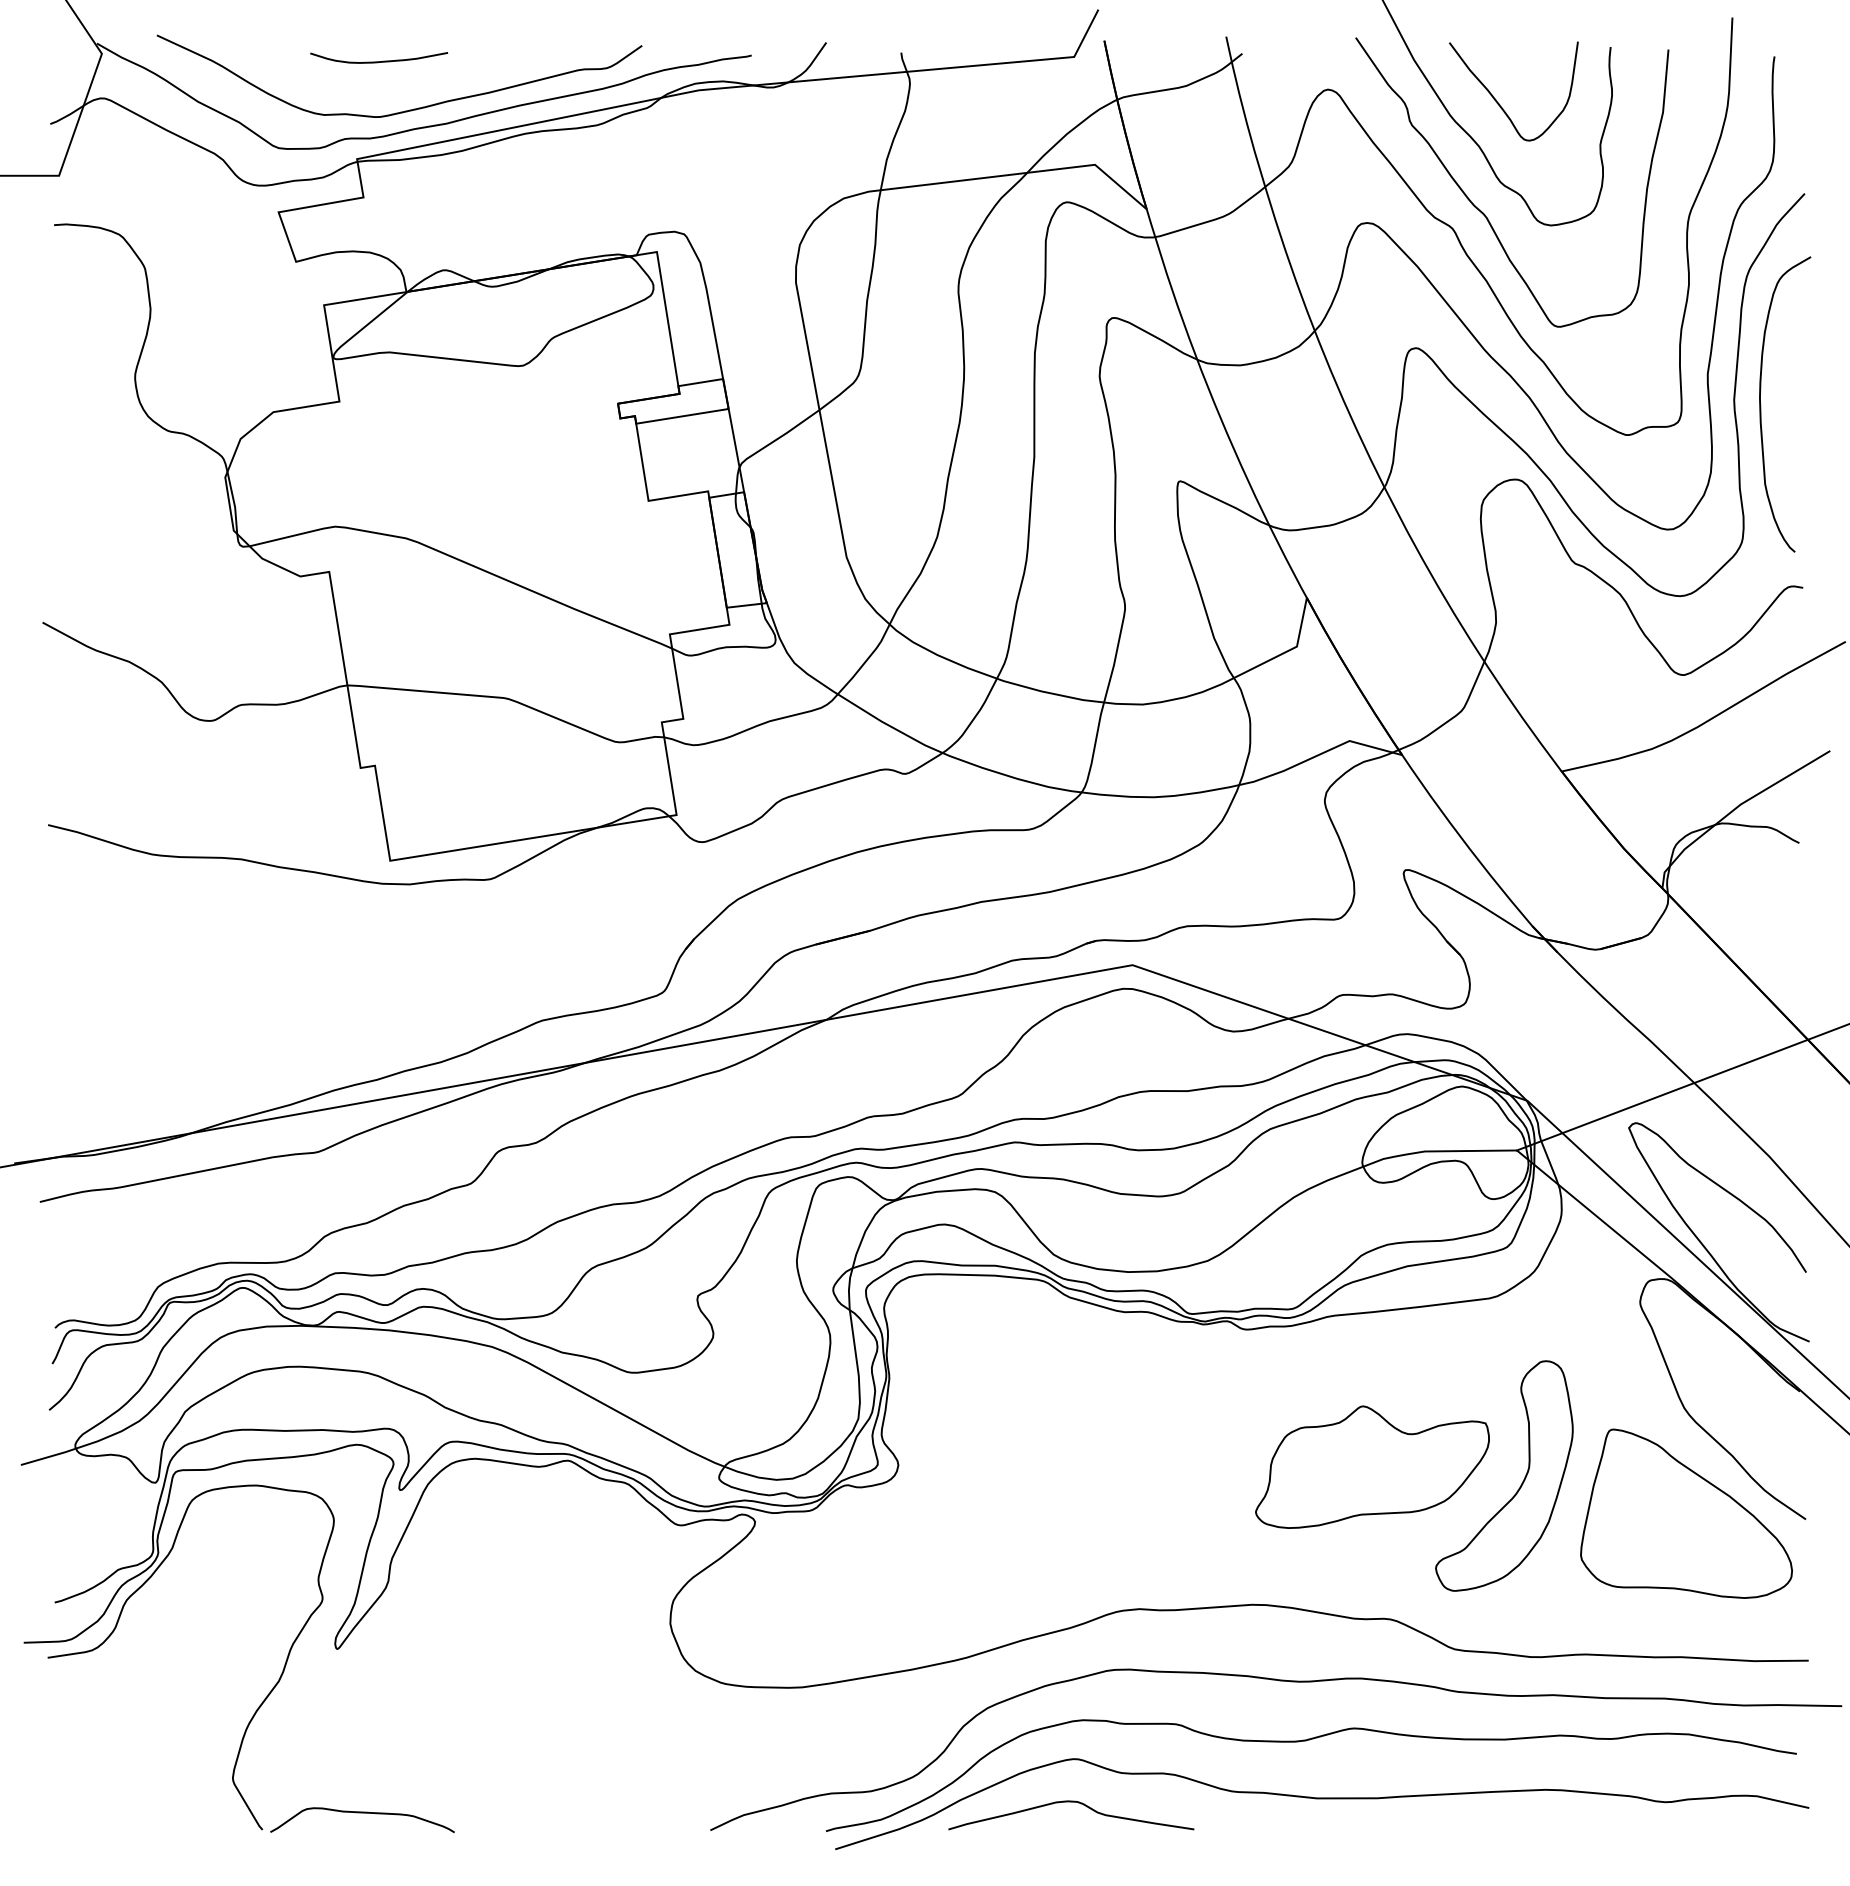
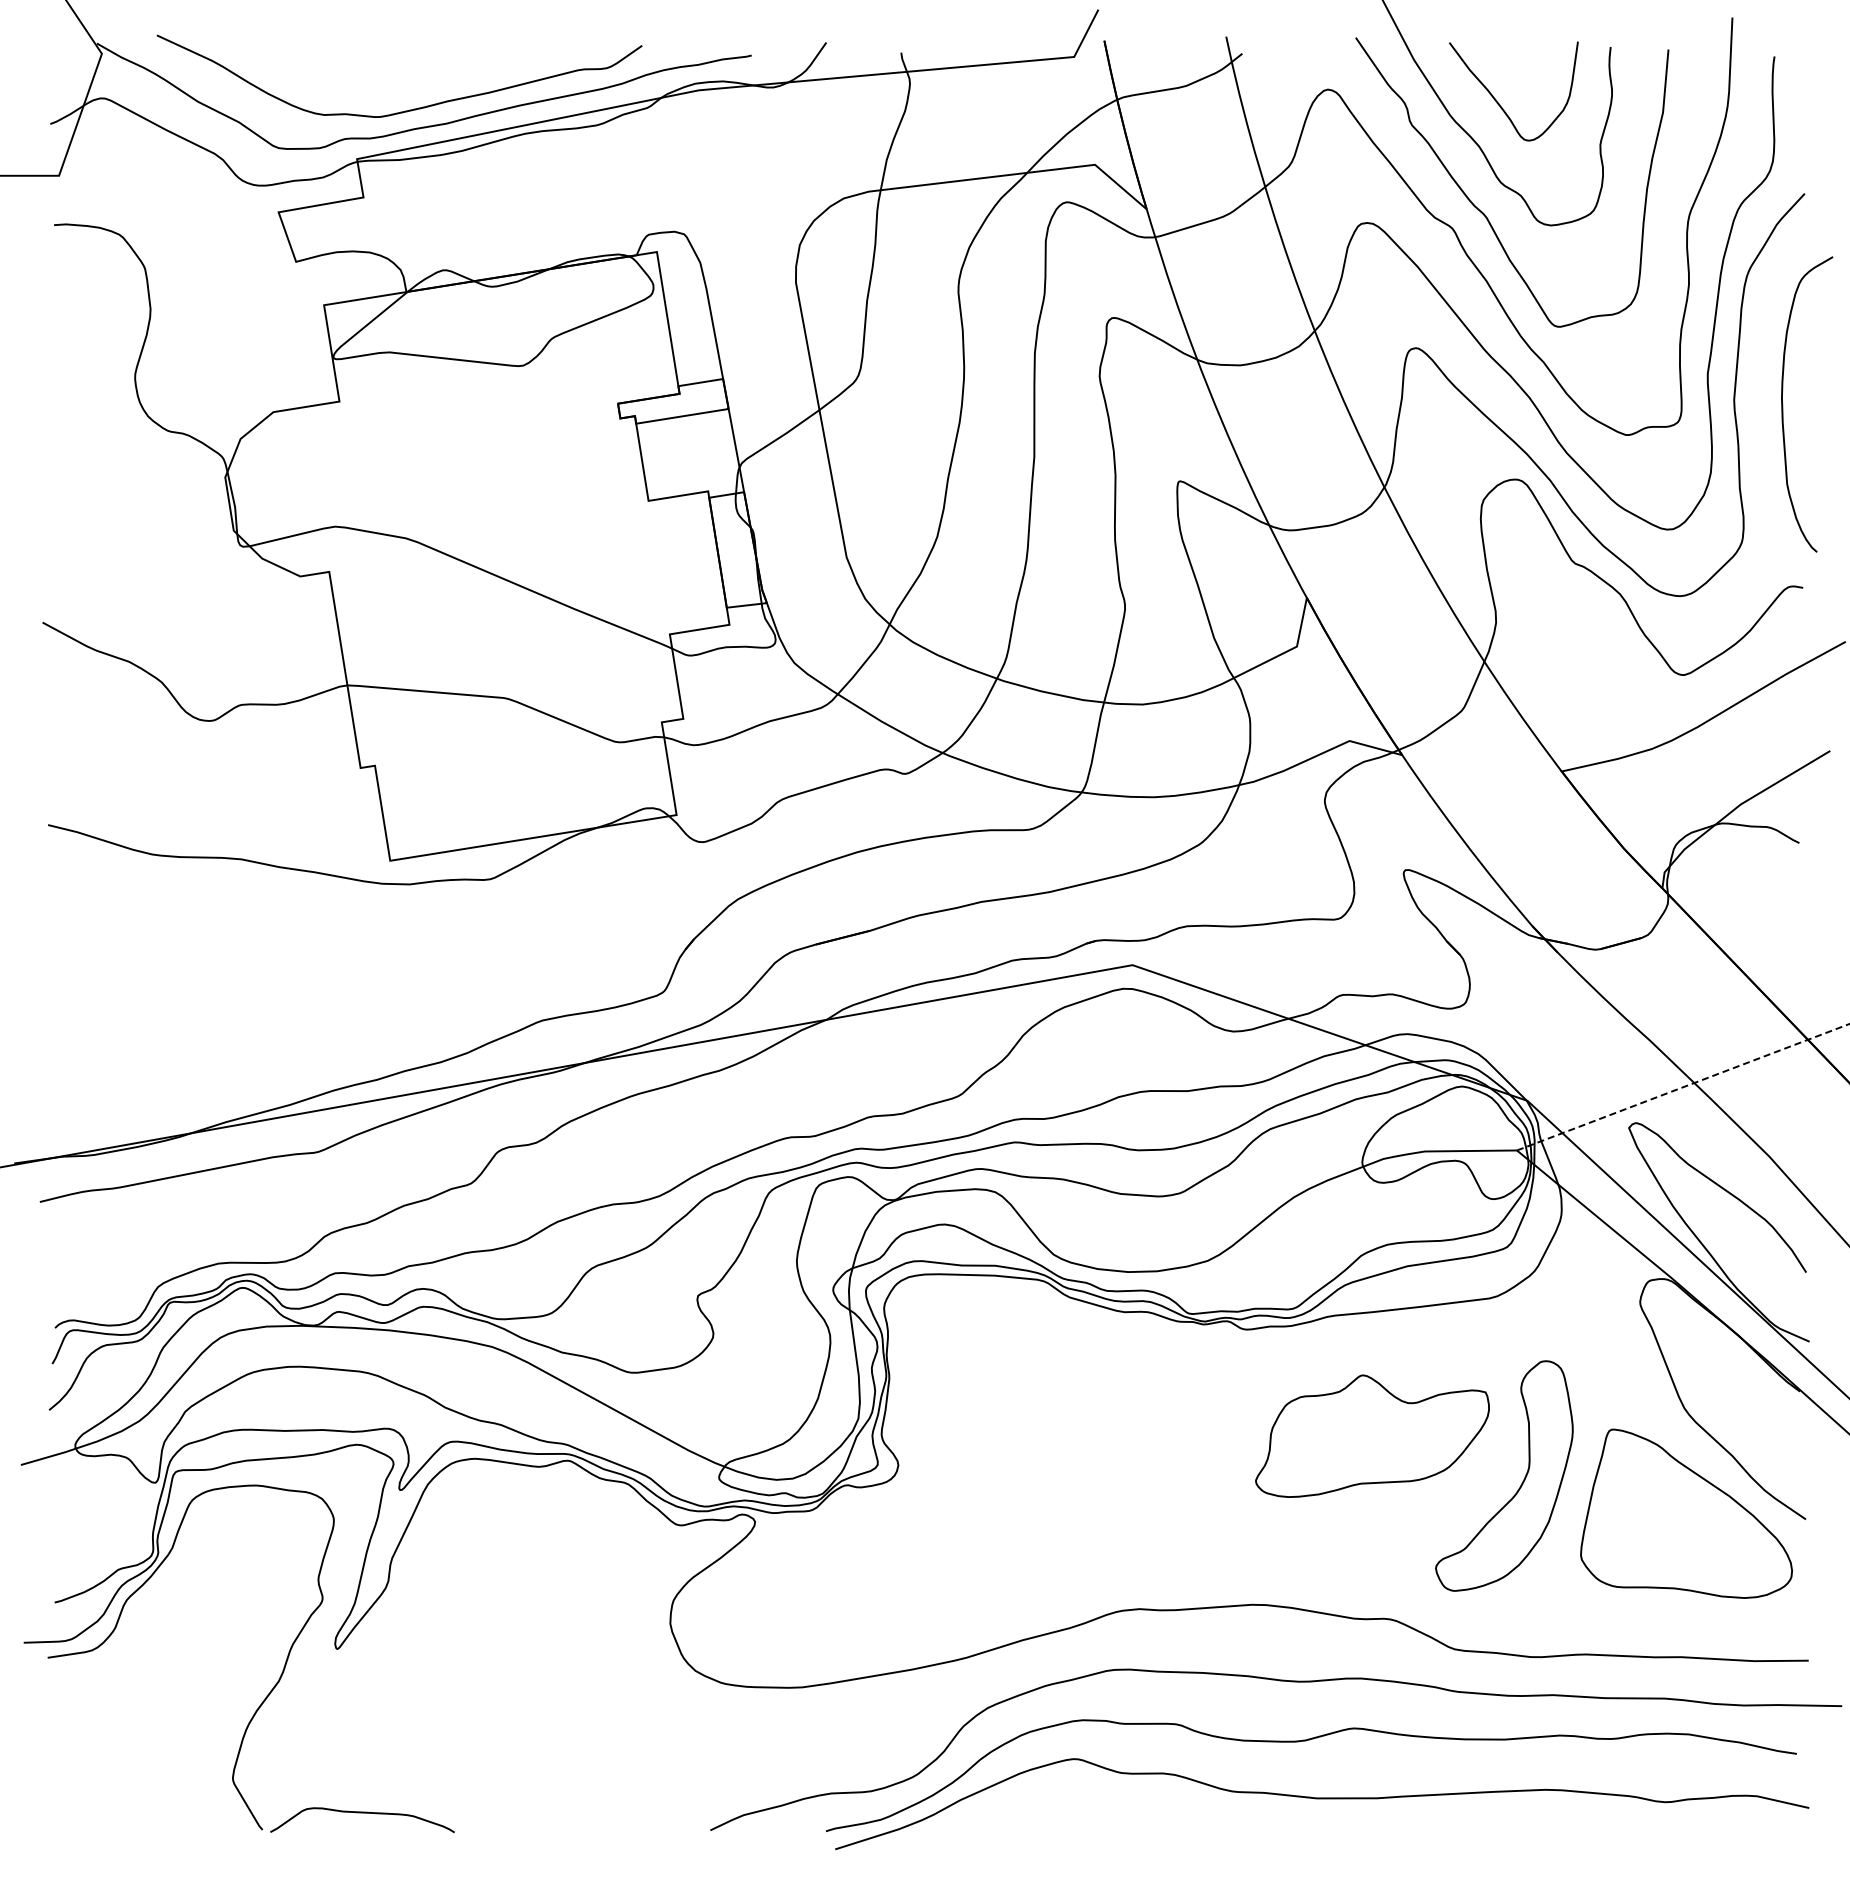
curve at (379, 61): present -> none
curve at (1761, 404) position: (1761, 404) -> (1783, 404)
line at (1683, 1087): solid -> dashed
part at (1372, 1466) position: (1372, 1466) -> (1372, 1435)
curve at (1071, 1802): present -> none
